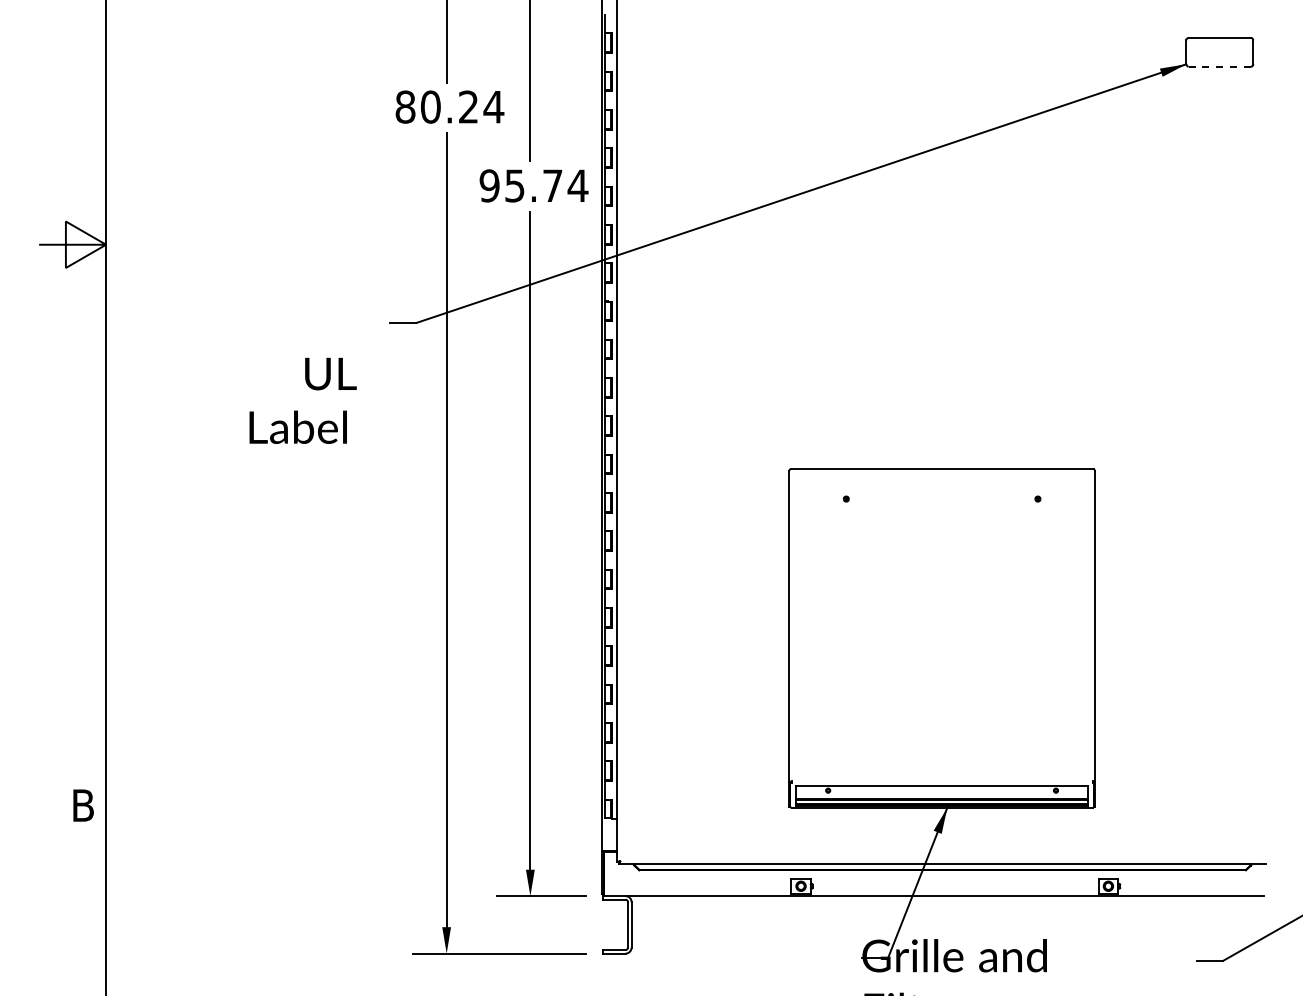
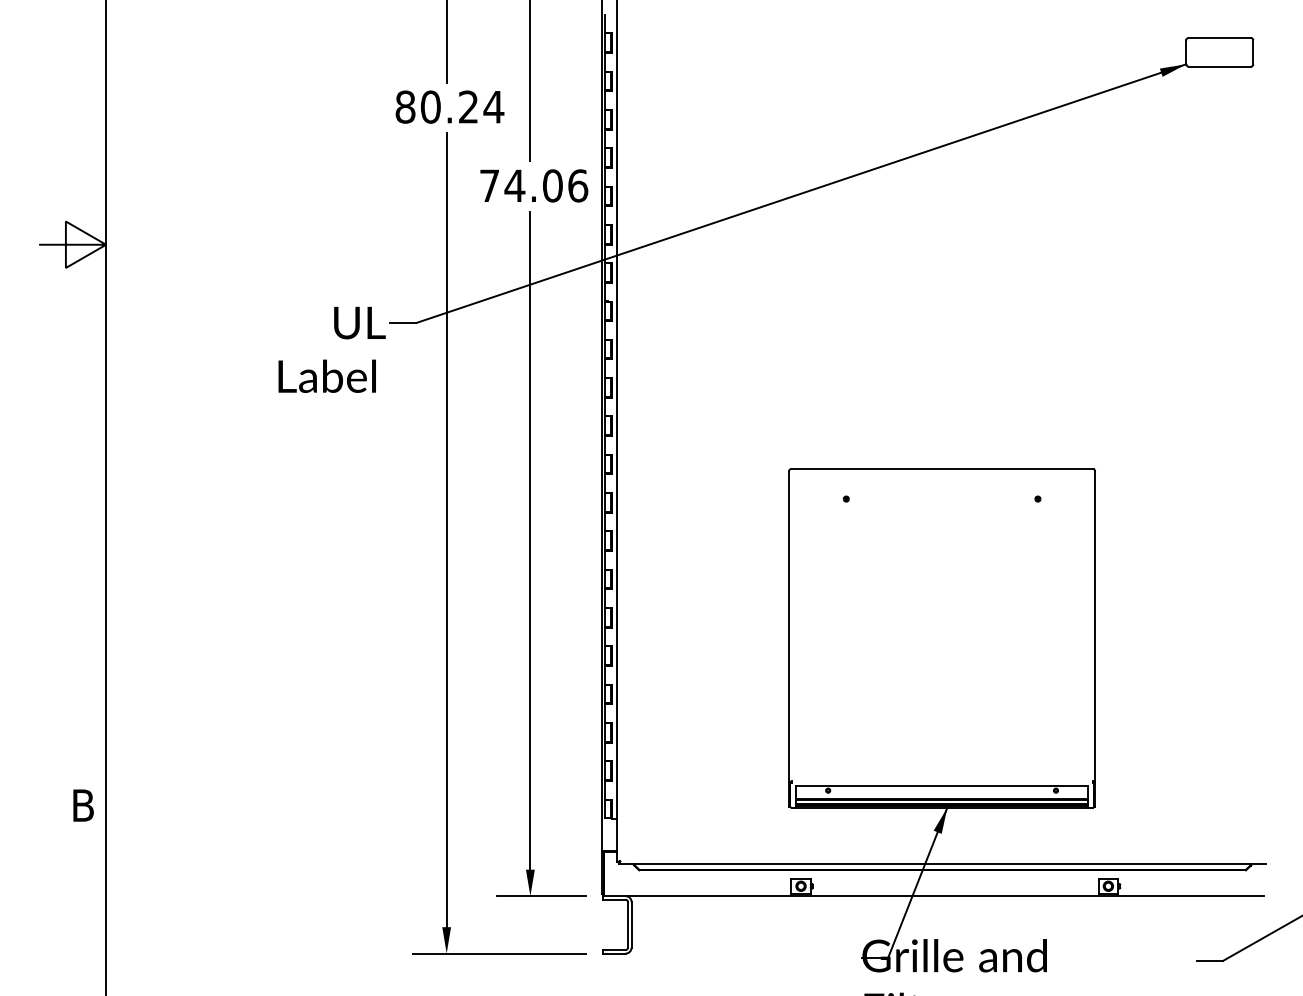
line at (1220, 66): dashed -> solid
text at (533, 185): 95.74 -> 74.06
text at (302, 400) position: (302, 400) -> (331, 349)
